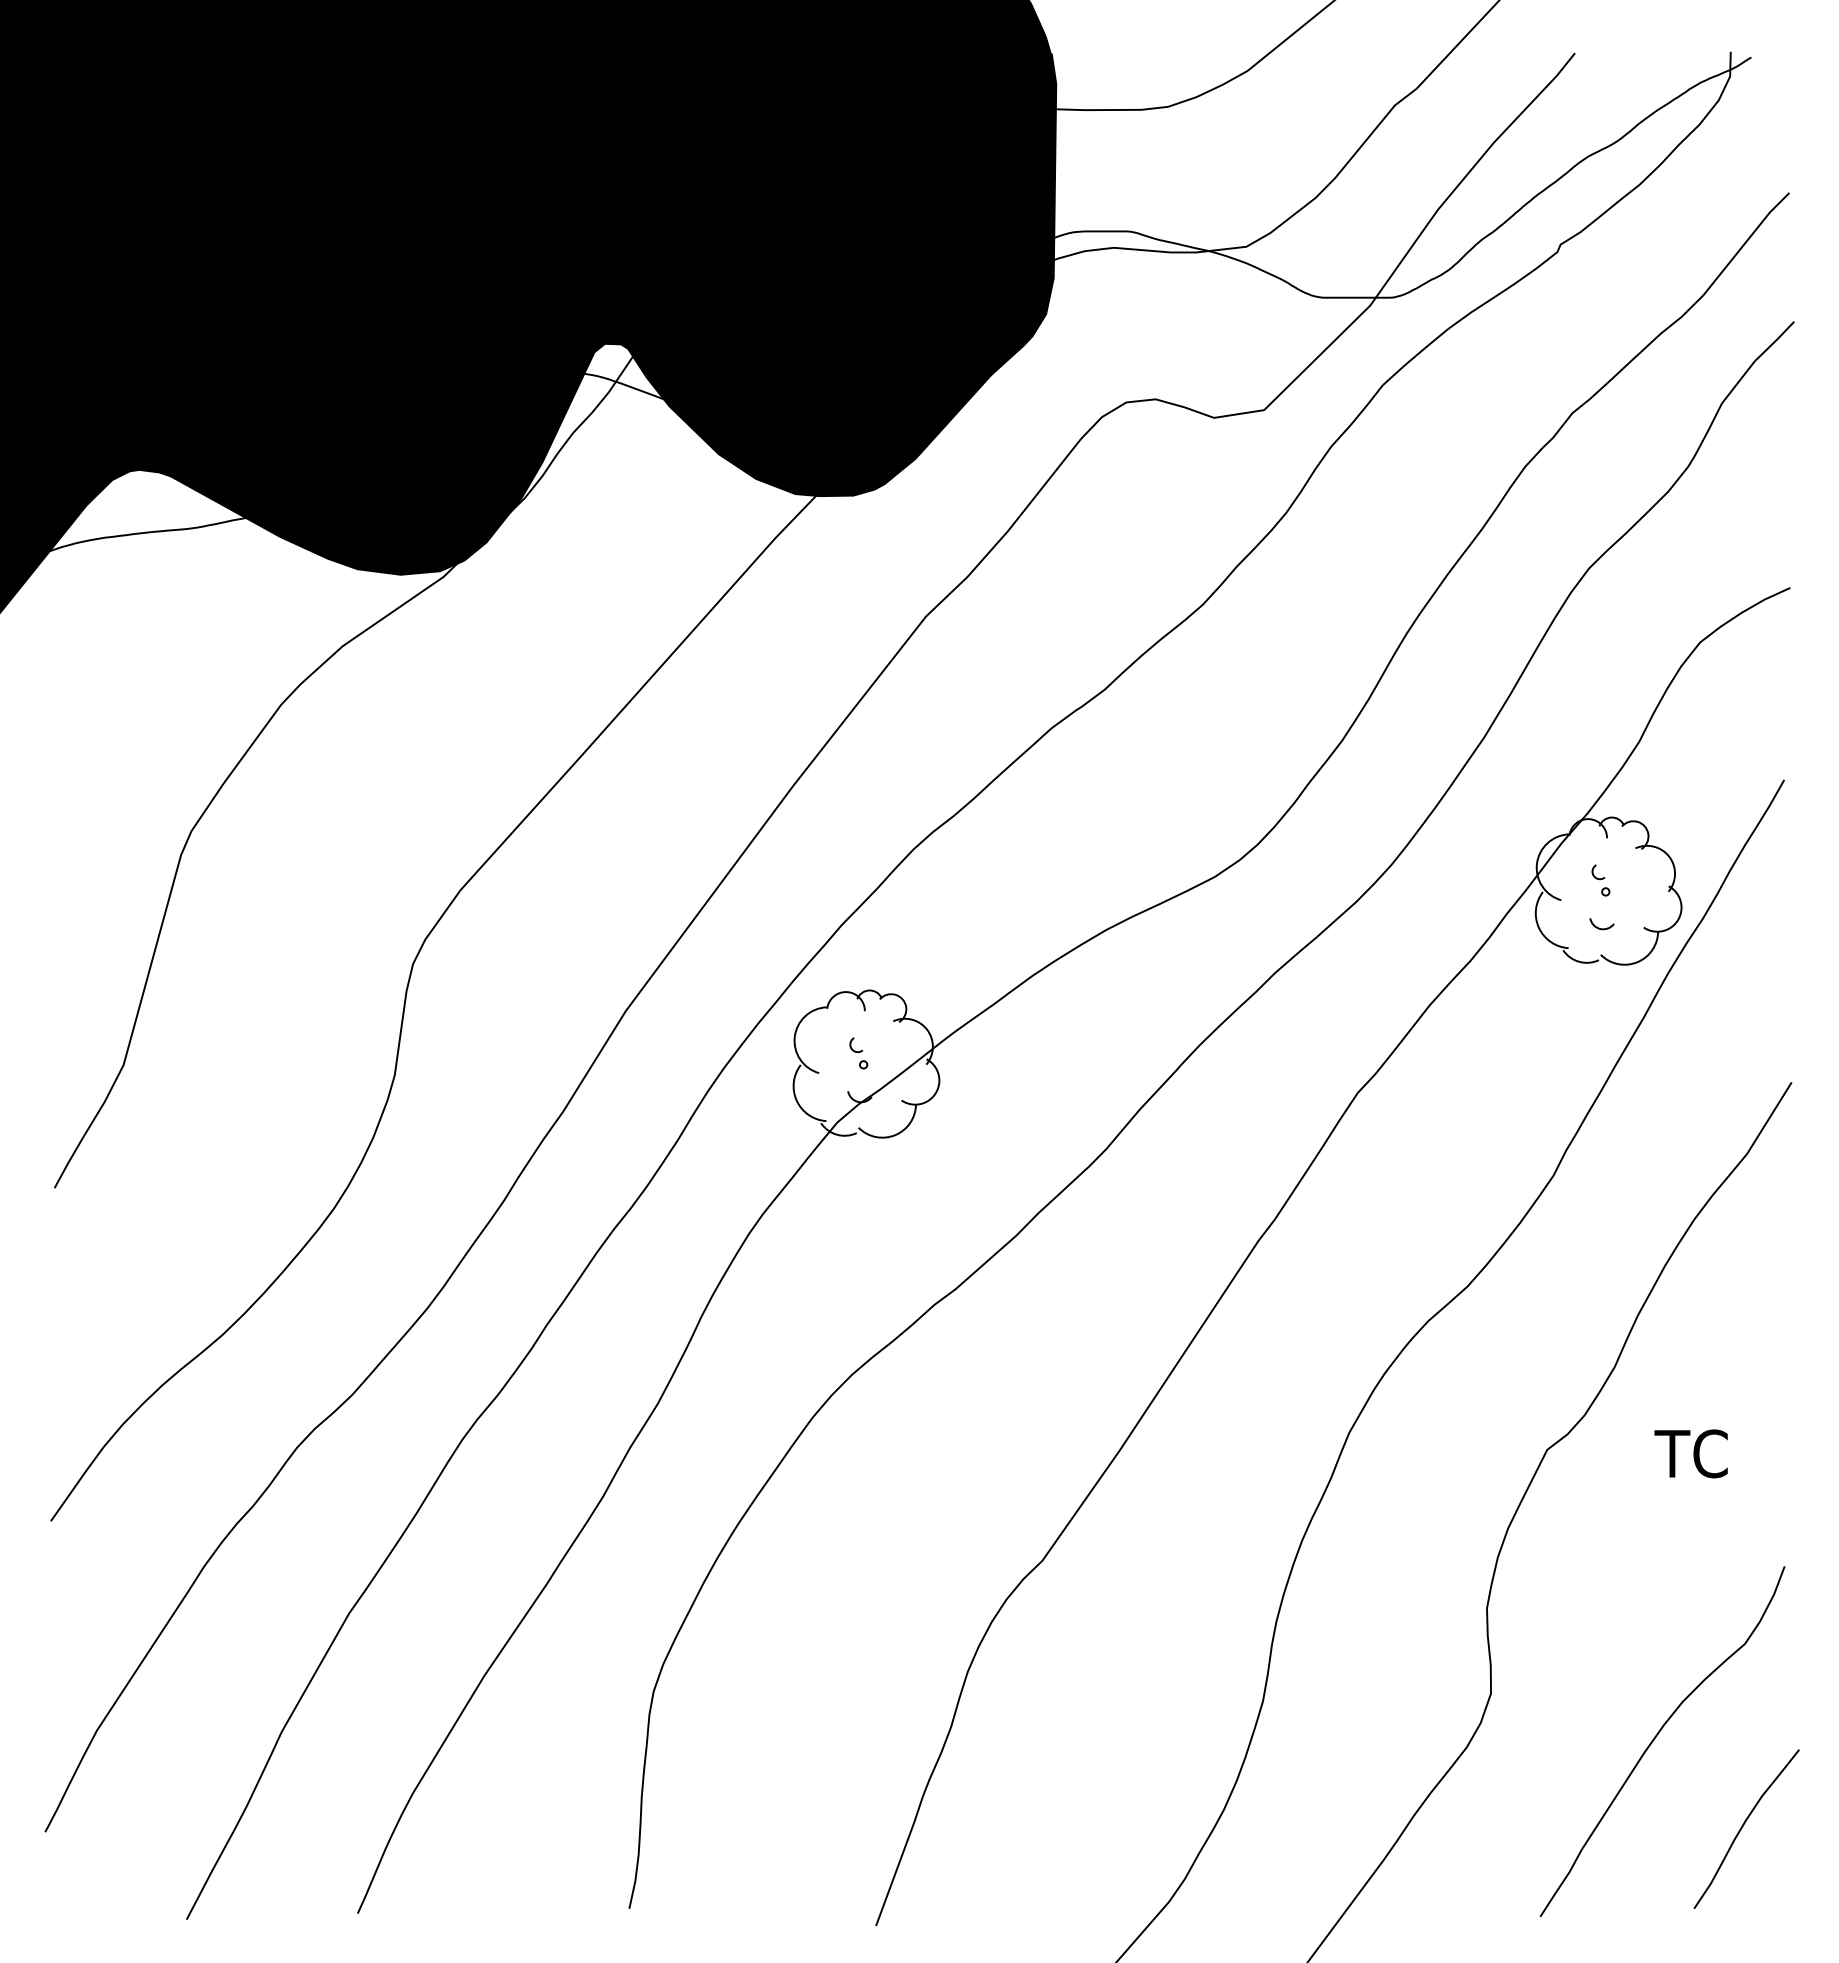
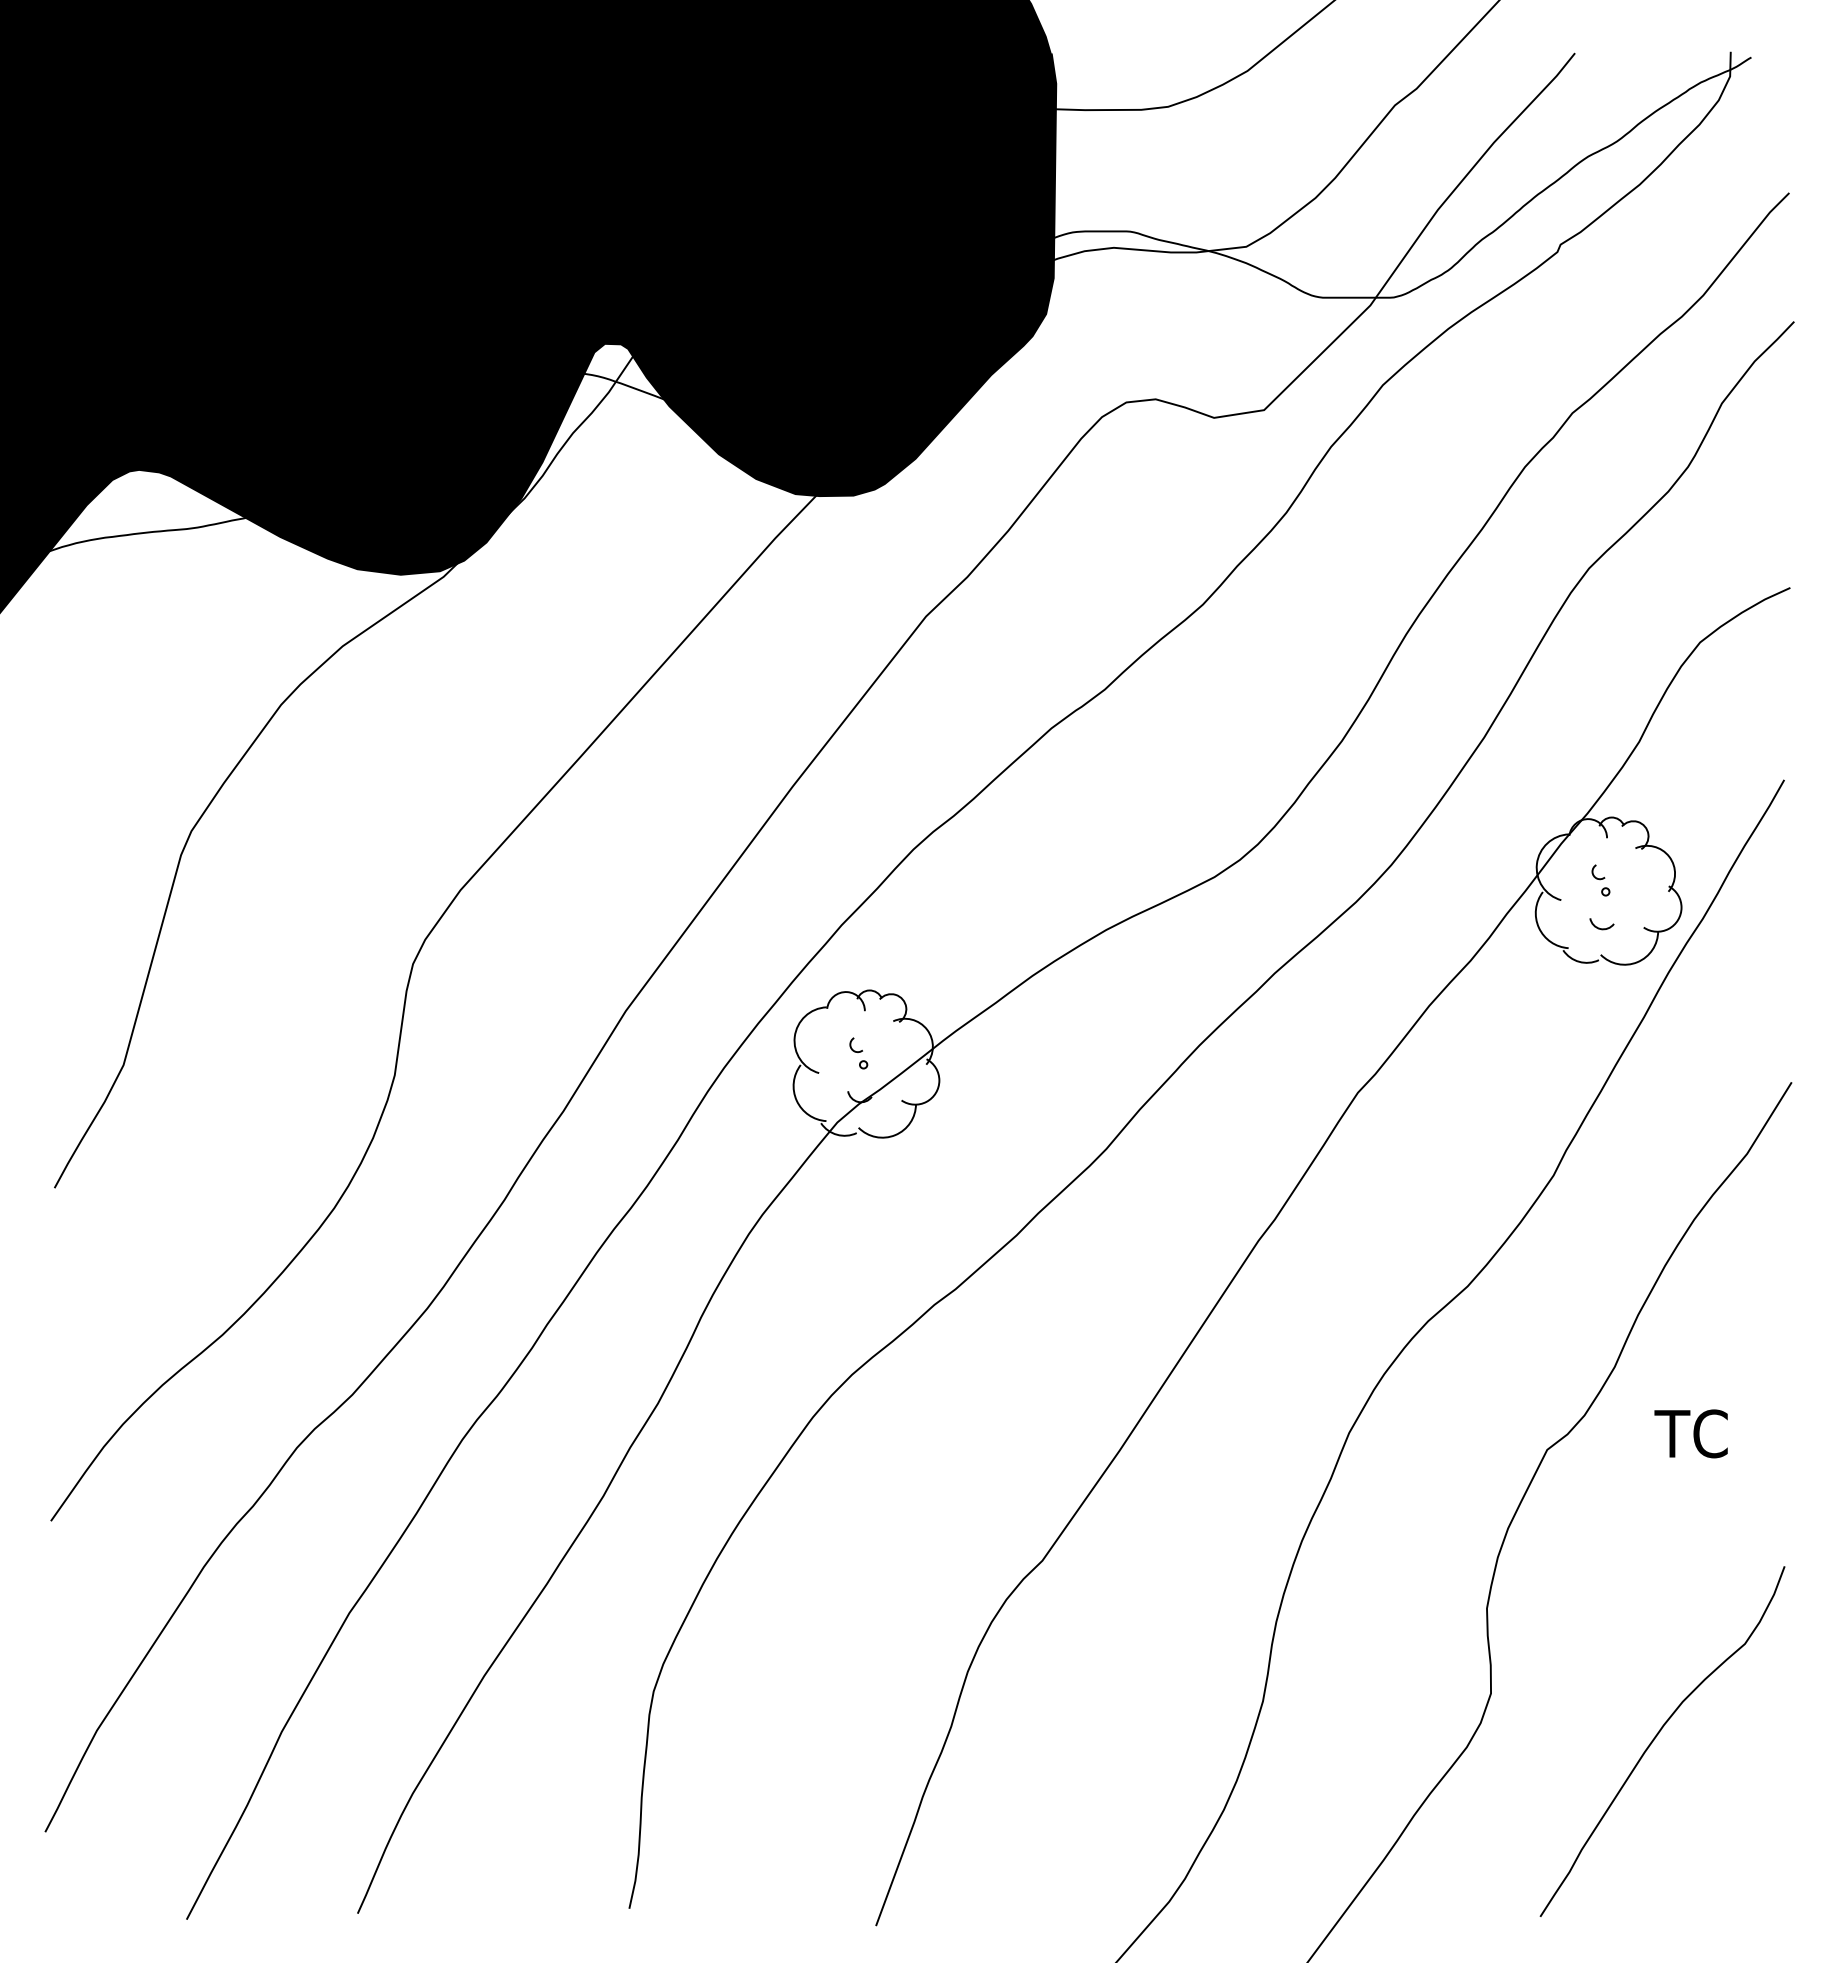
text at (1690, 1453) position: (1690, 1453) -> (1690, 1433)
curve at (1744, 1825): present -> none
